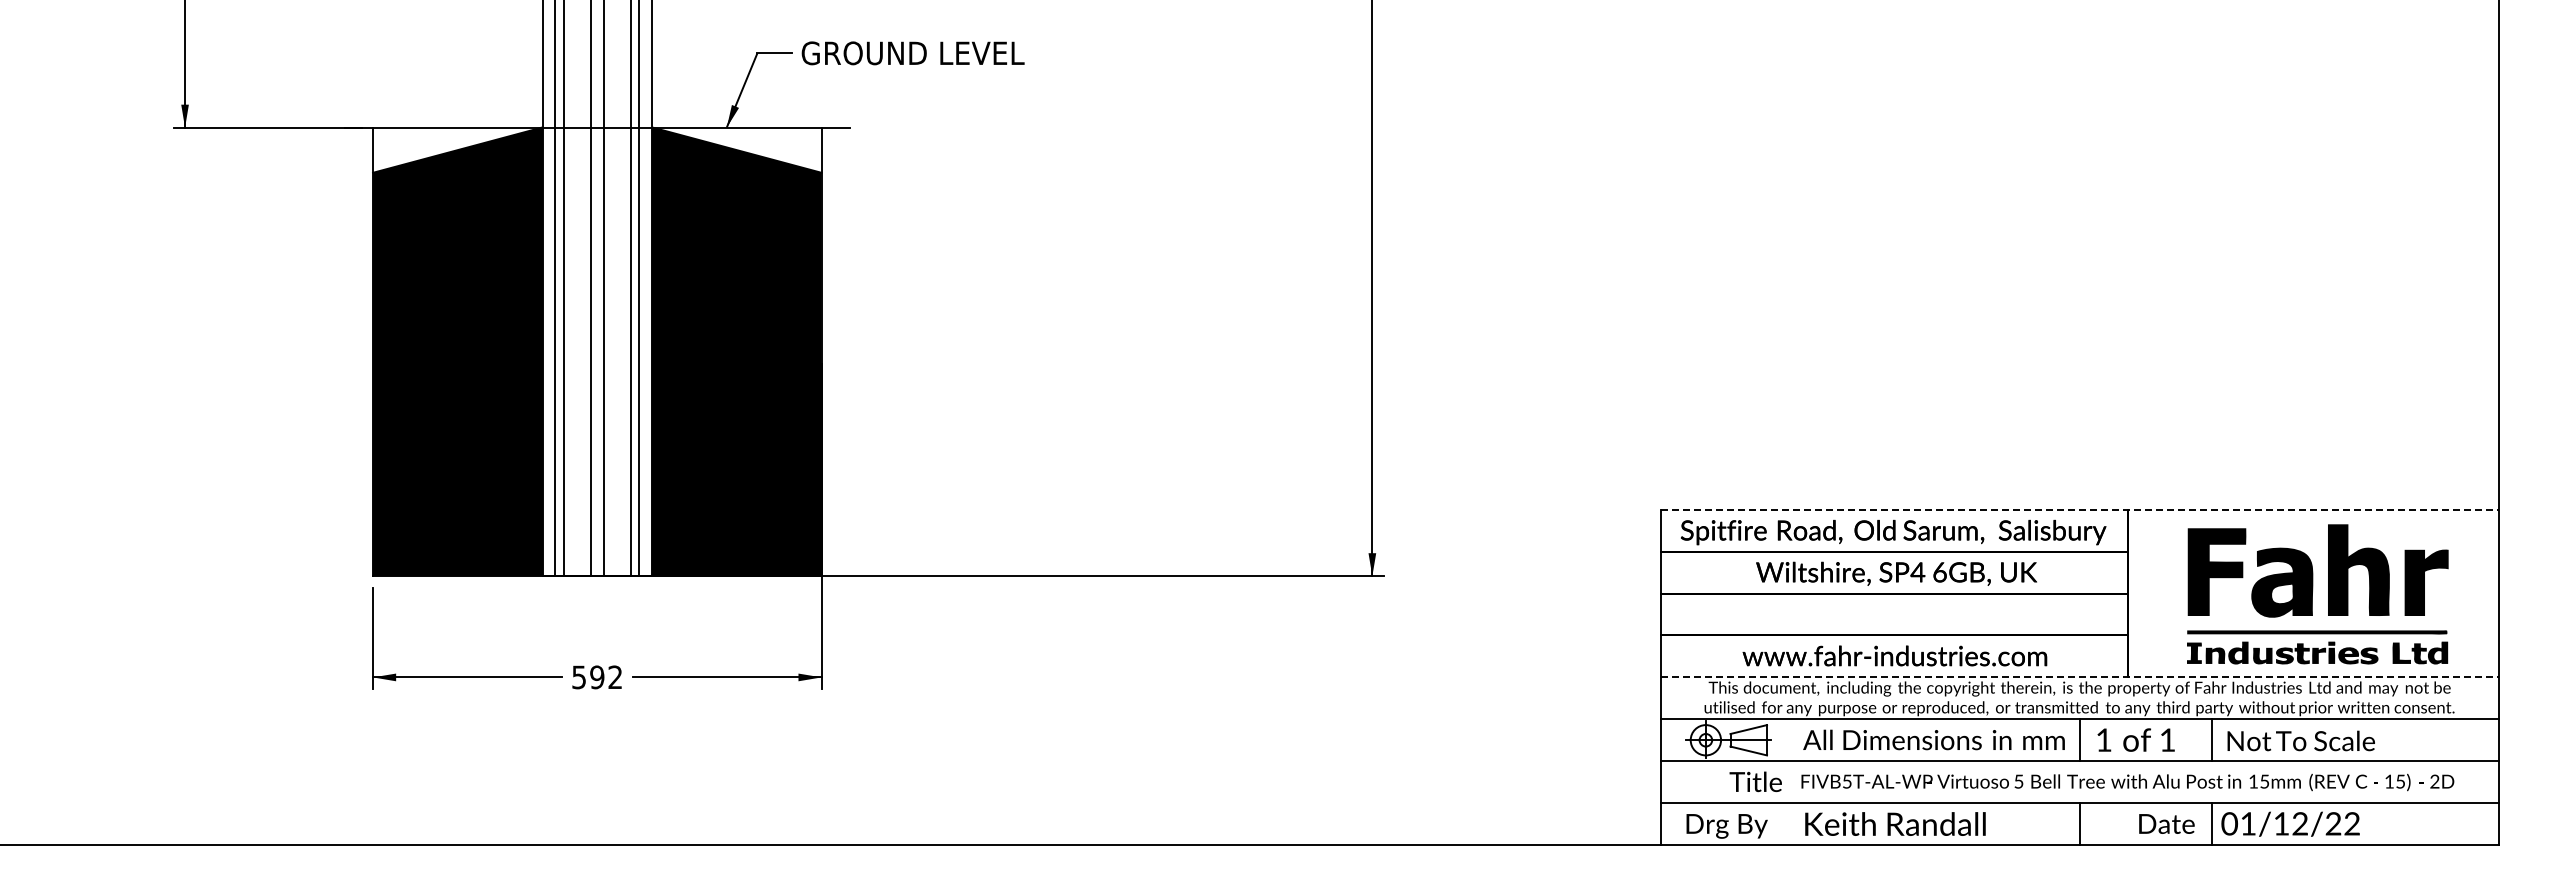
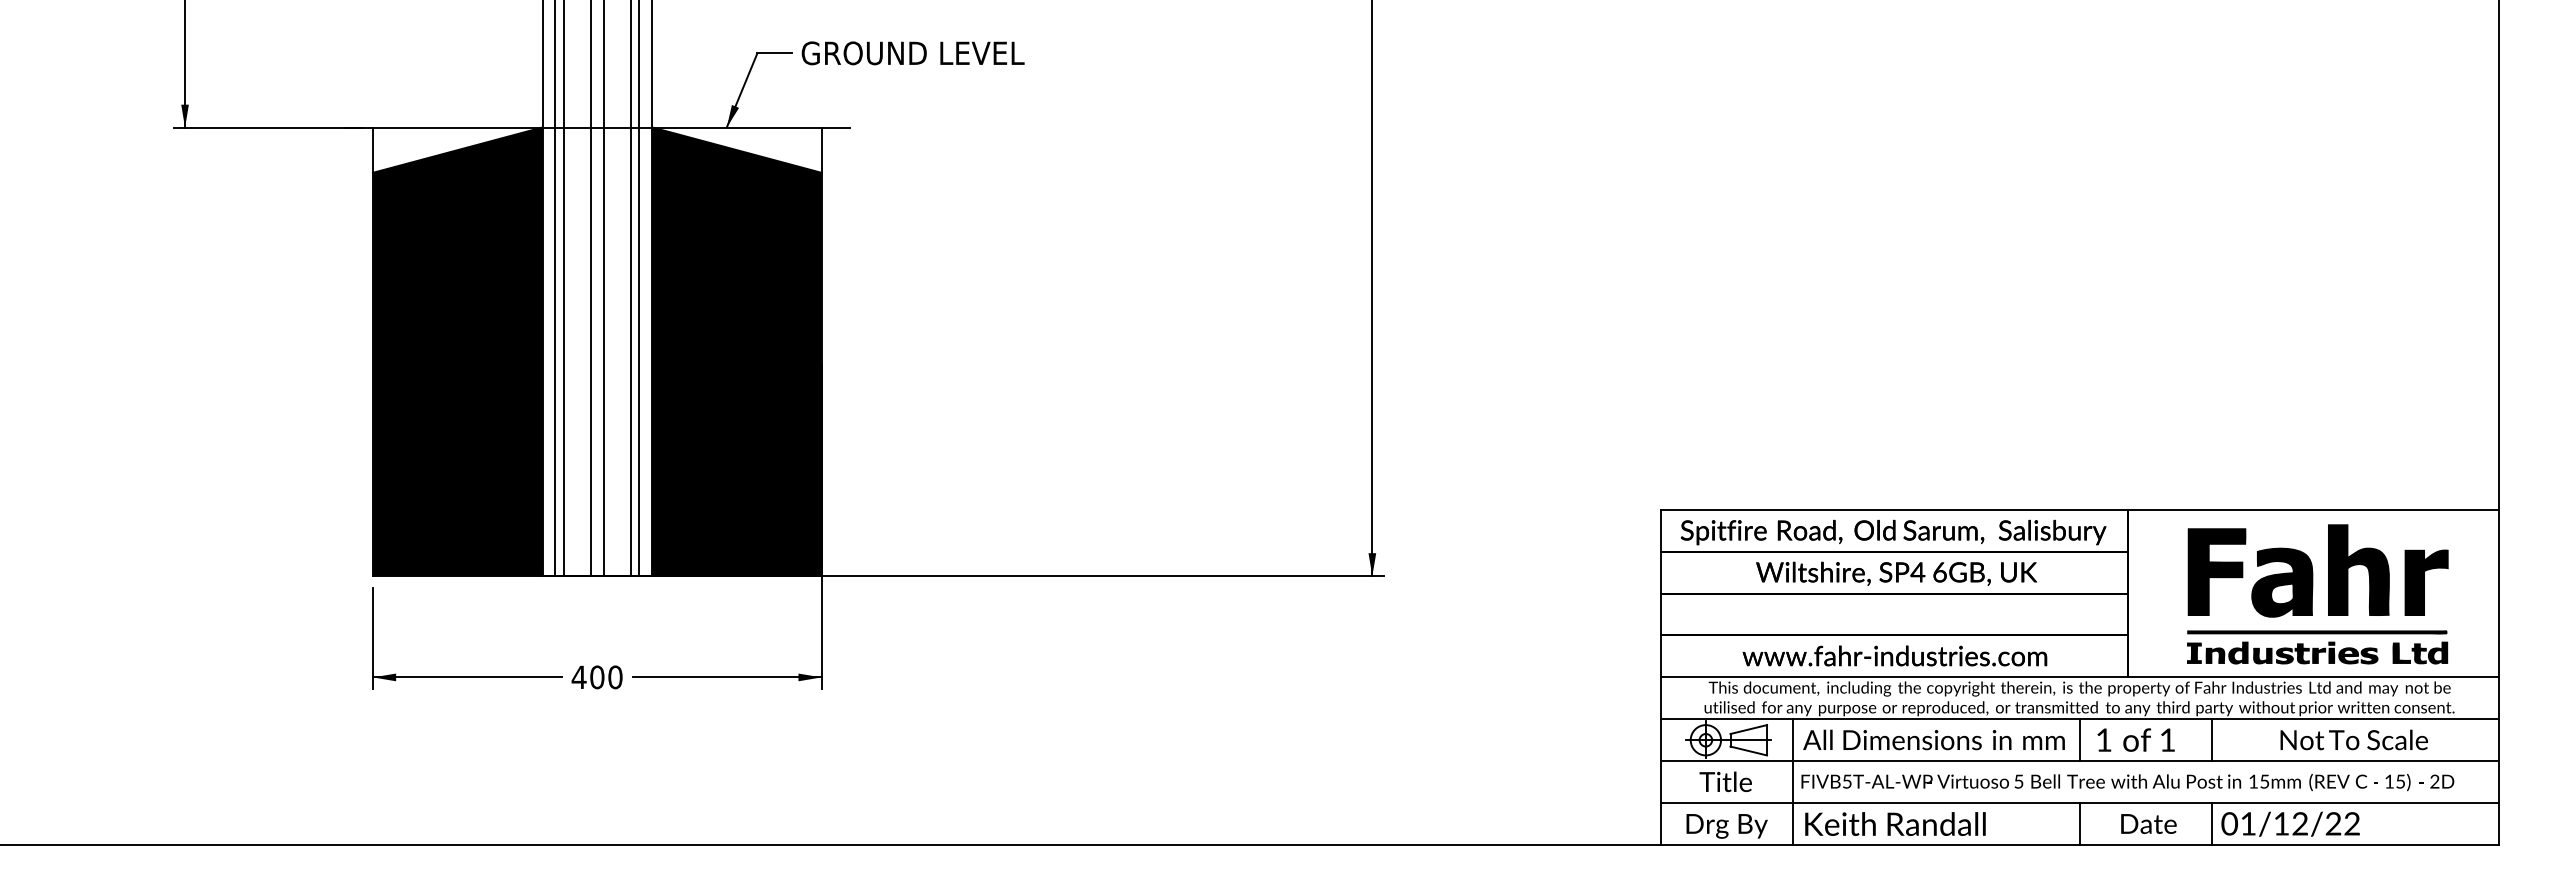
line at (2079, 509): dashed -> solid
text at (596, 677): 592 -> 400
line at (2079, 677): dashed -> solid
text at (2300, 740) position: (2300, 740) -> (2353, 739)
text at (1755, 781) position: (1755, 781) -> (1725, 781)
line at (1792, 781): none -> present
text at (2166, 823) position: (2166, 823) -> (2148, 823)
